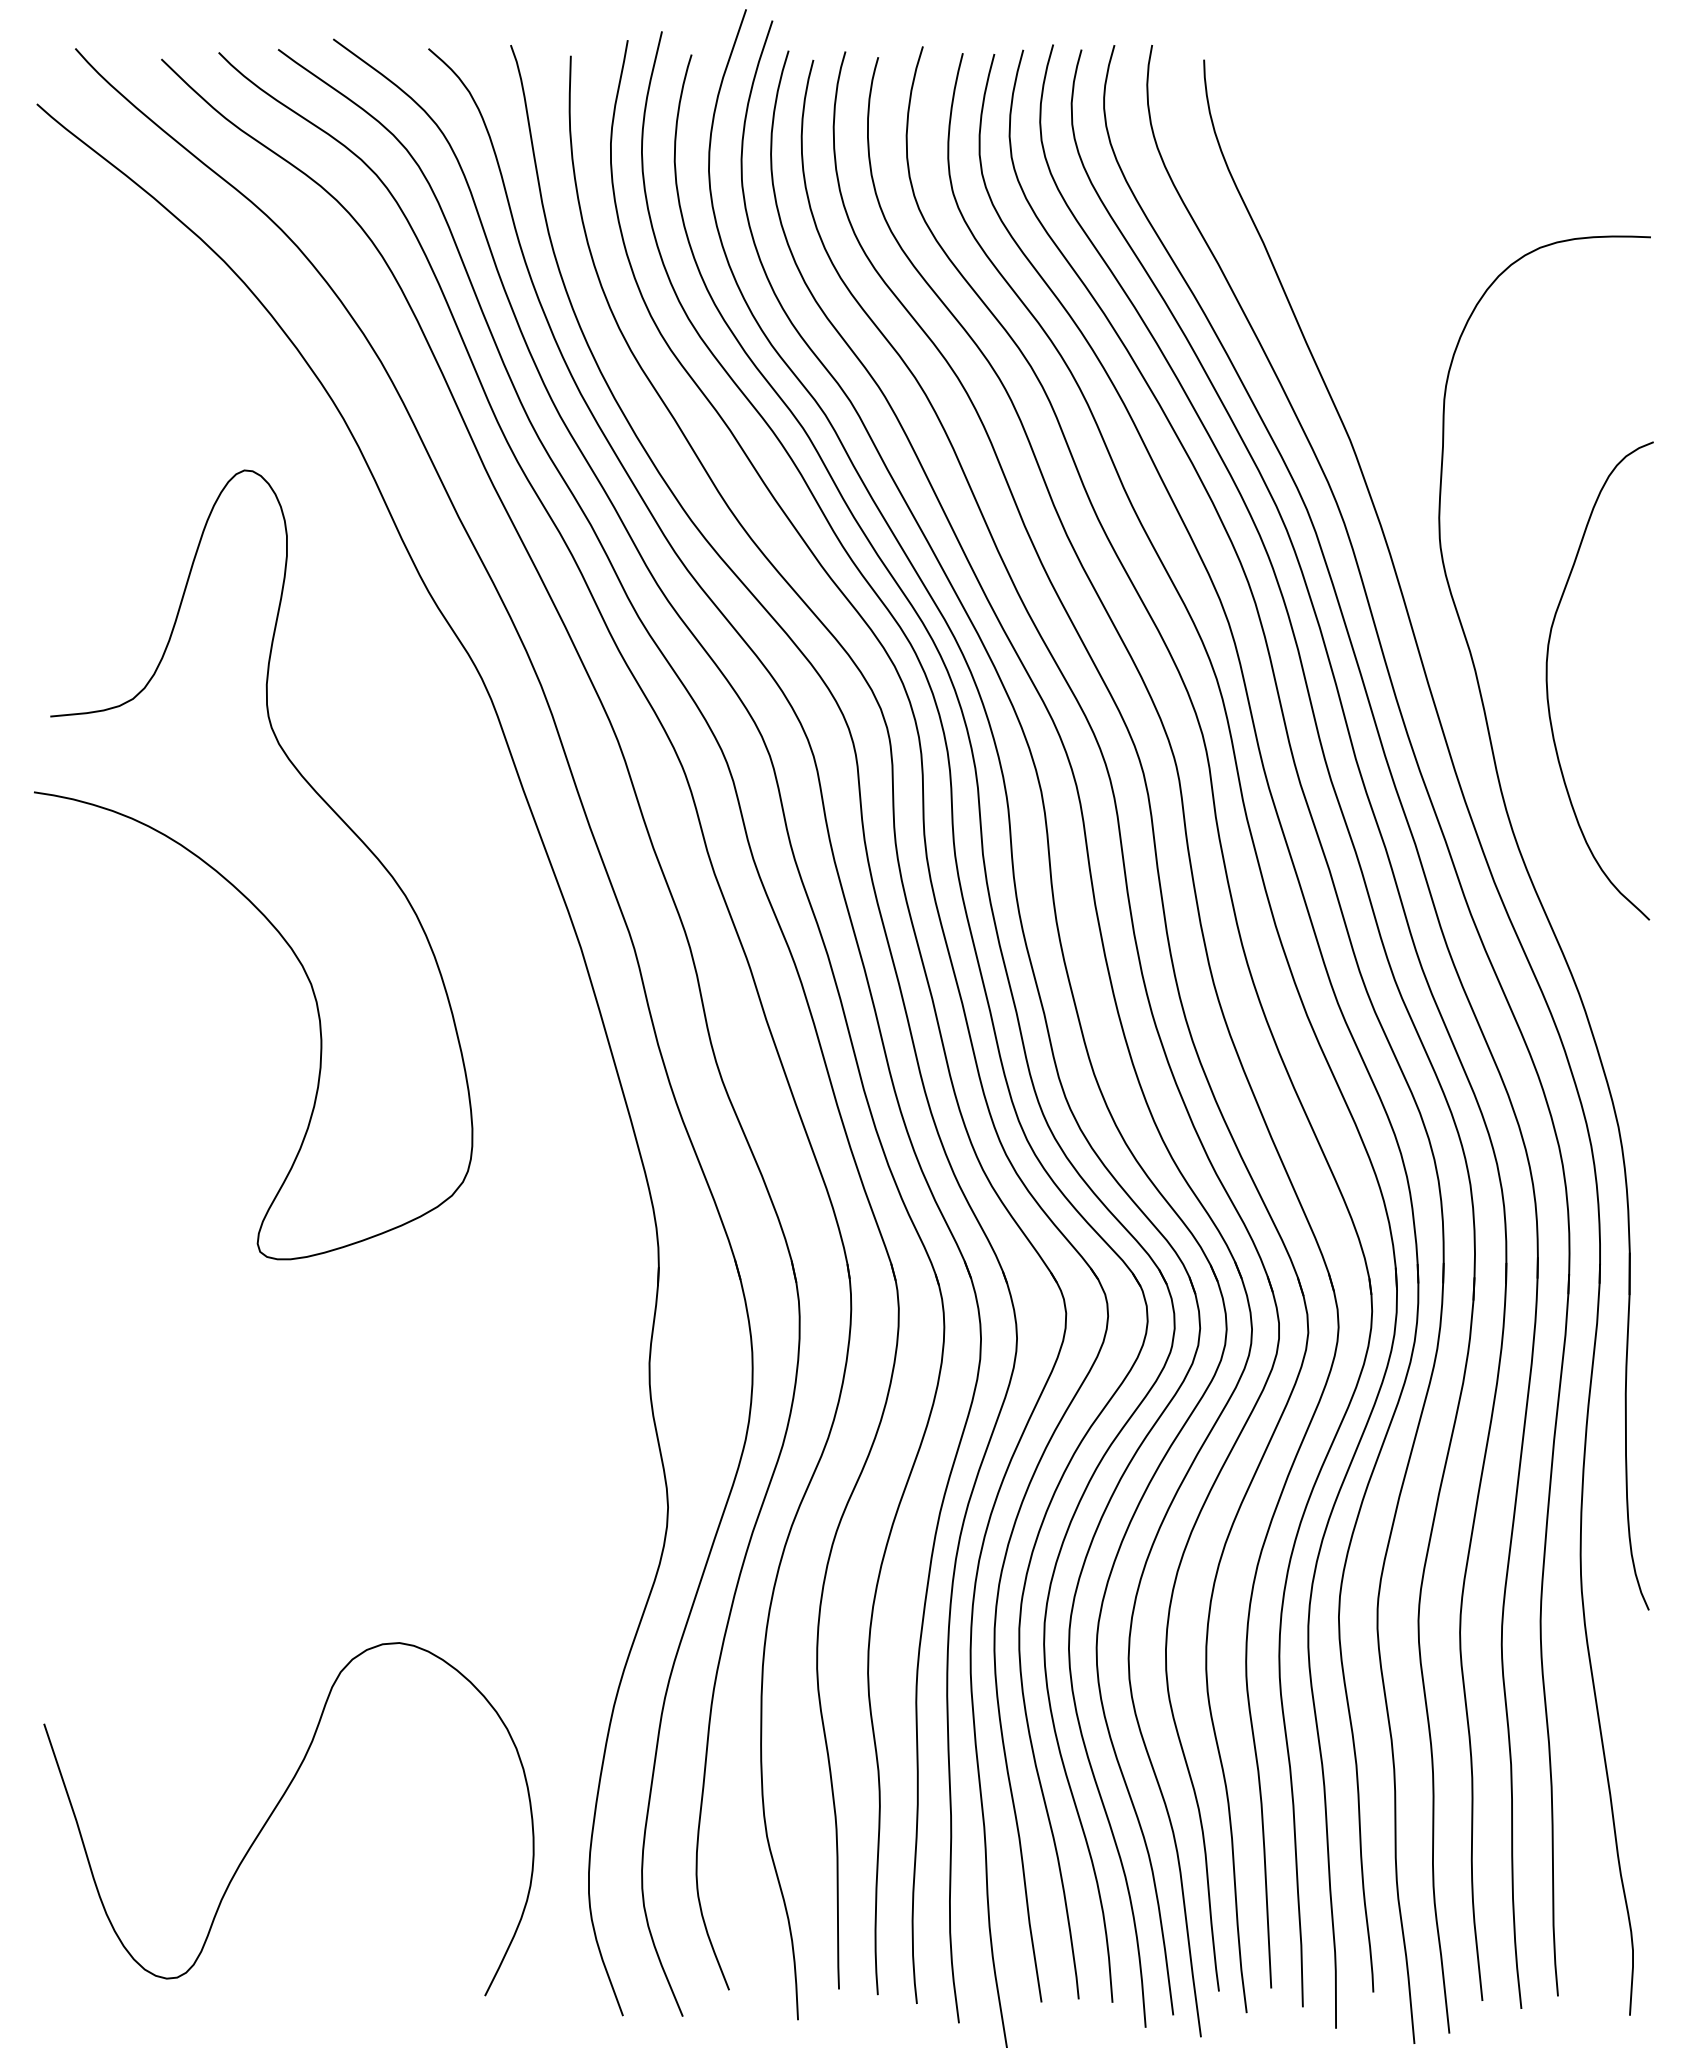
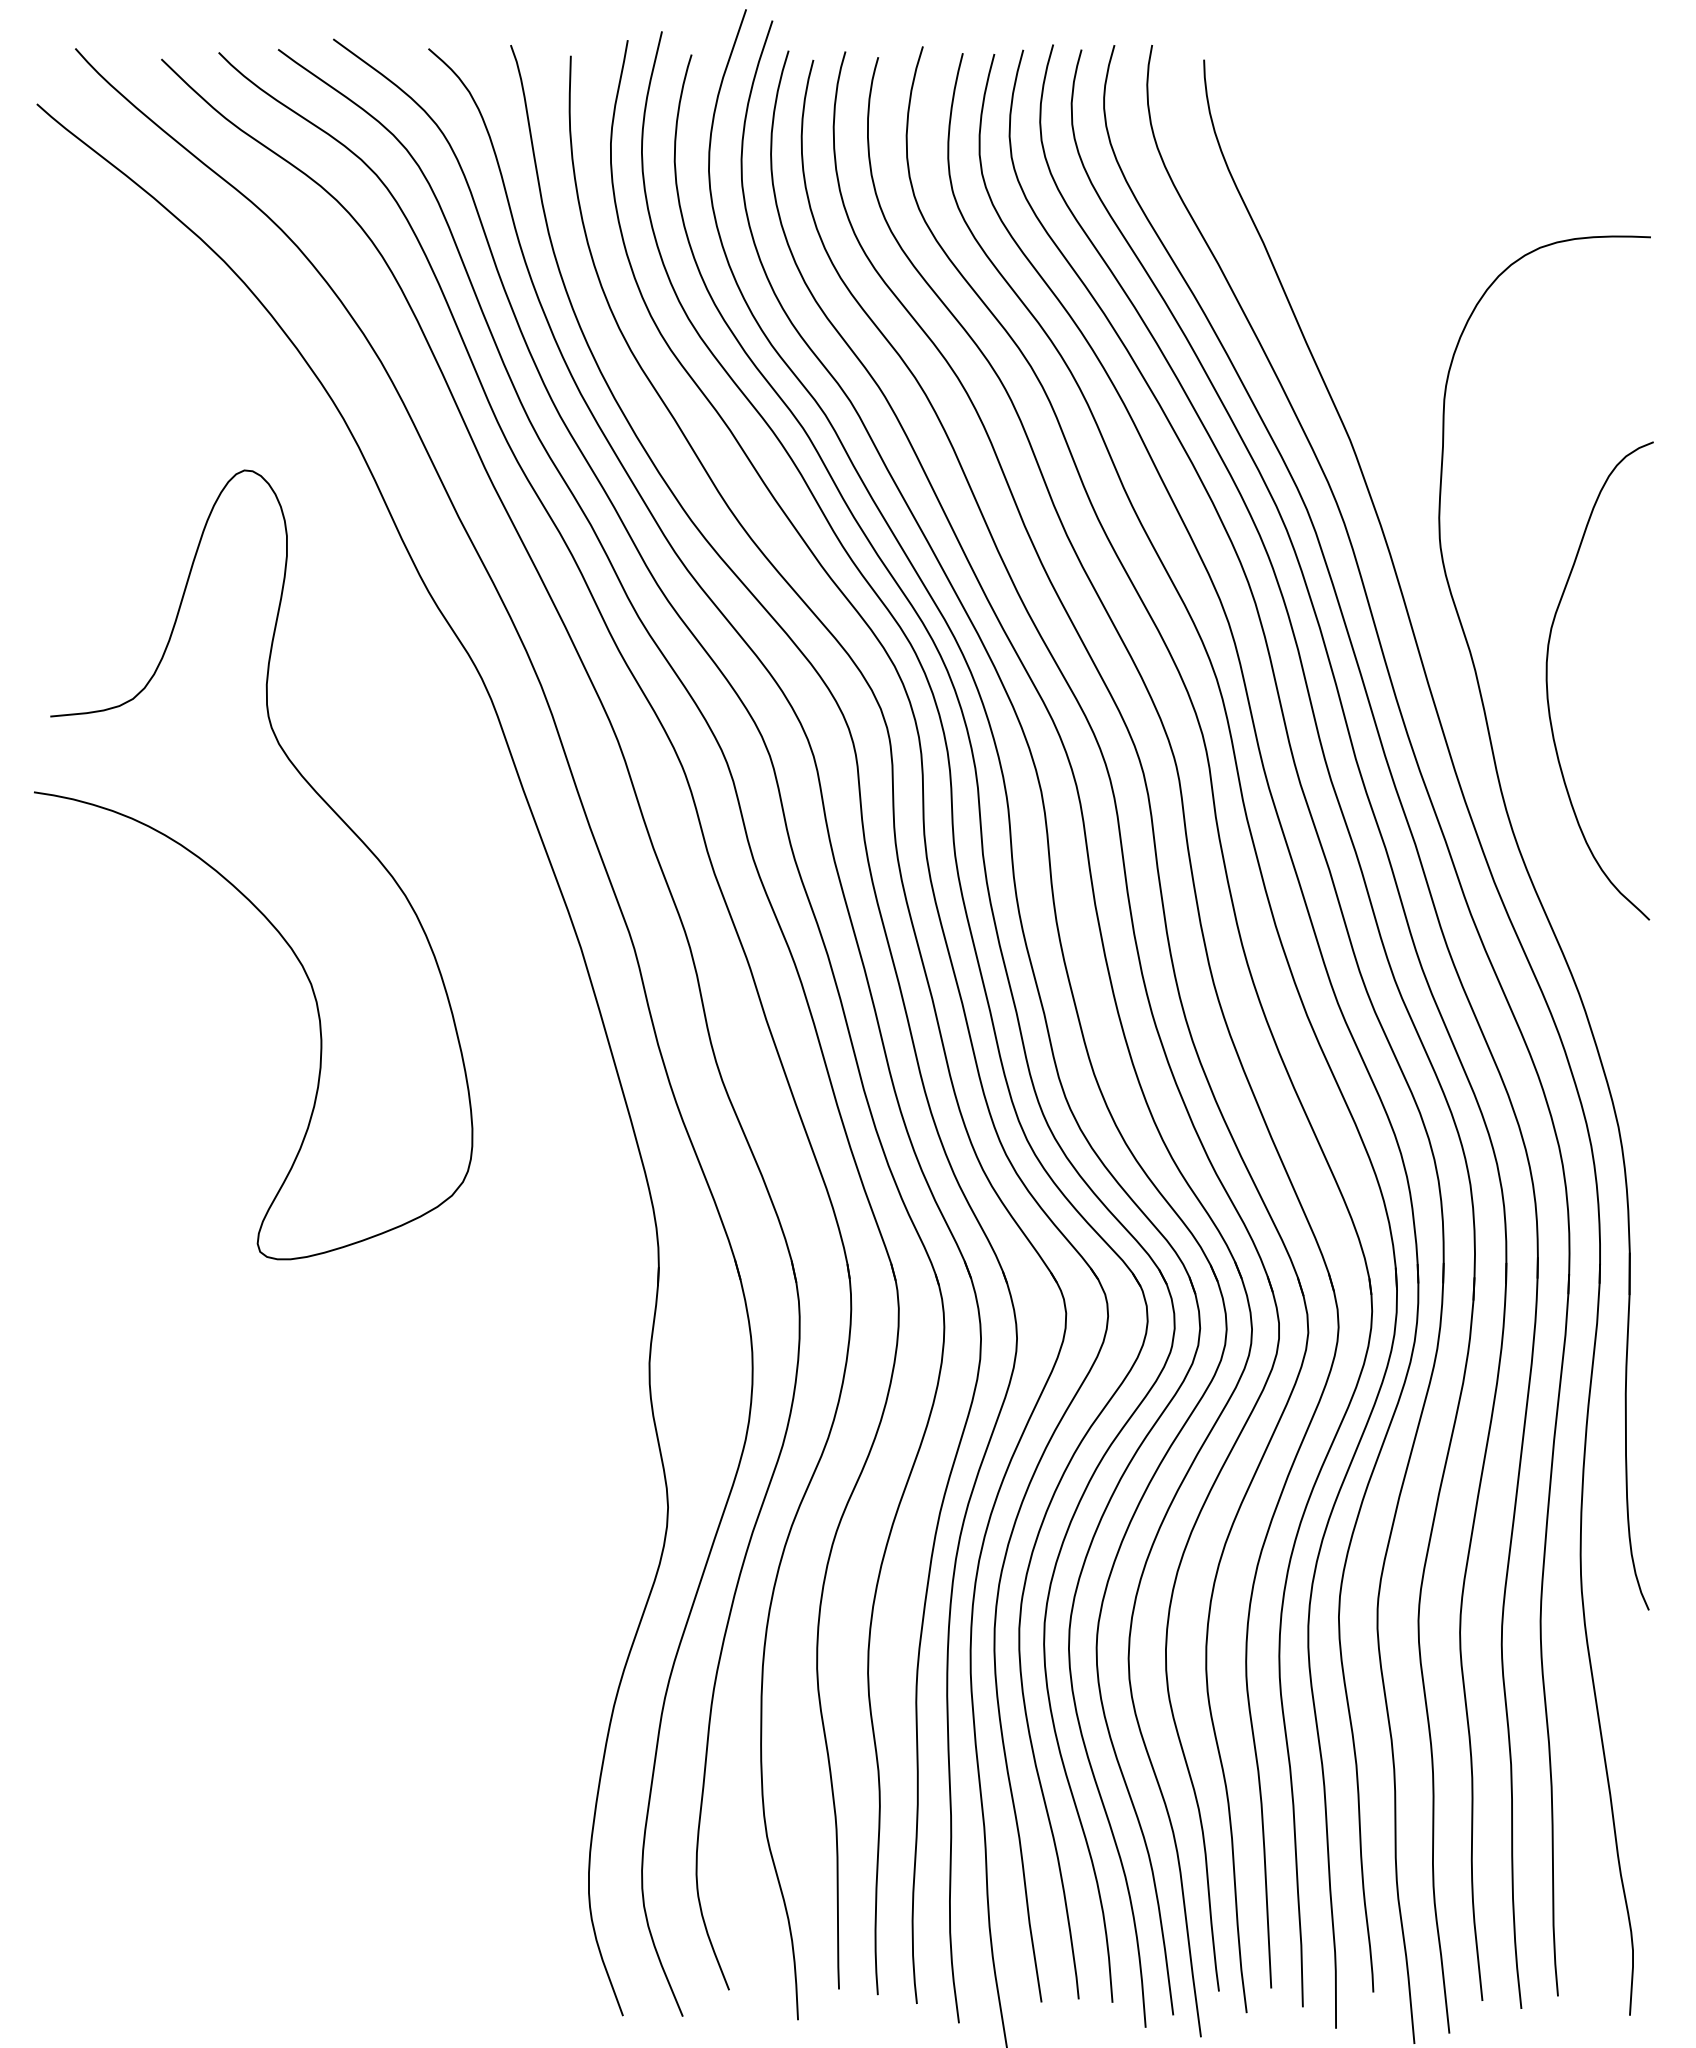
curve at (274, 1811): present -> none
